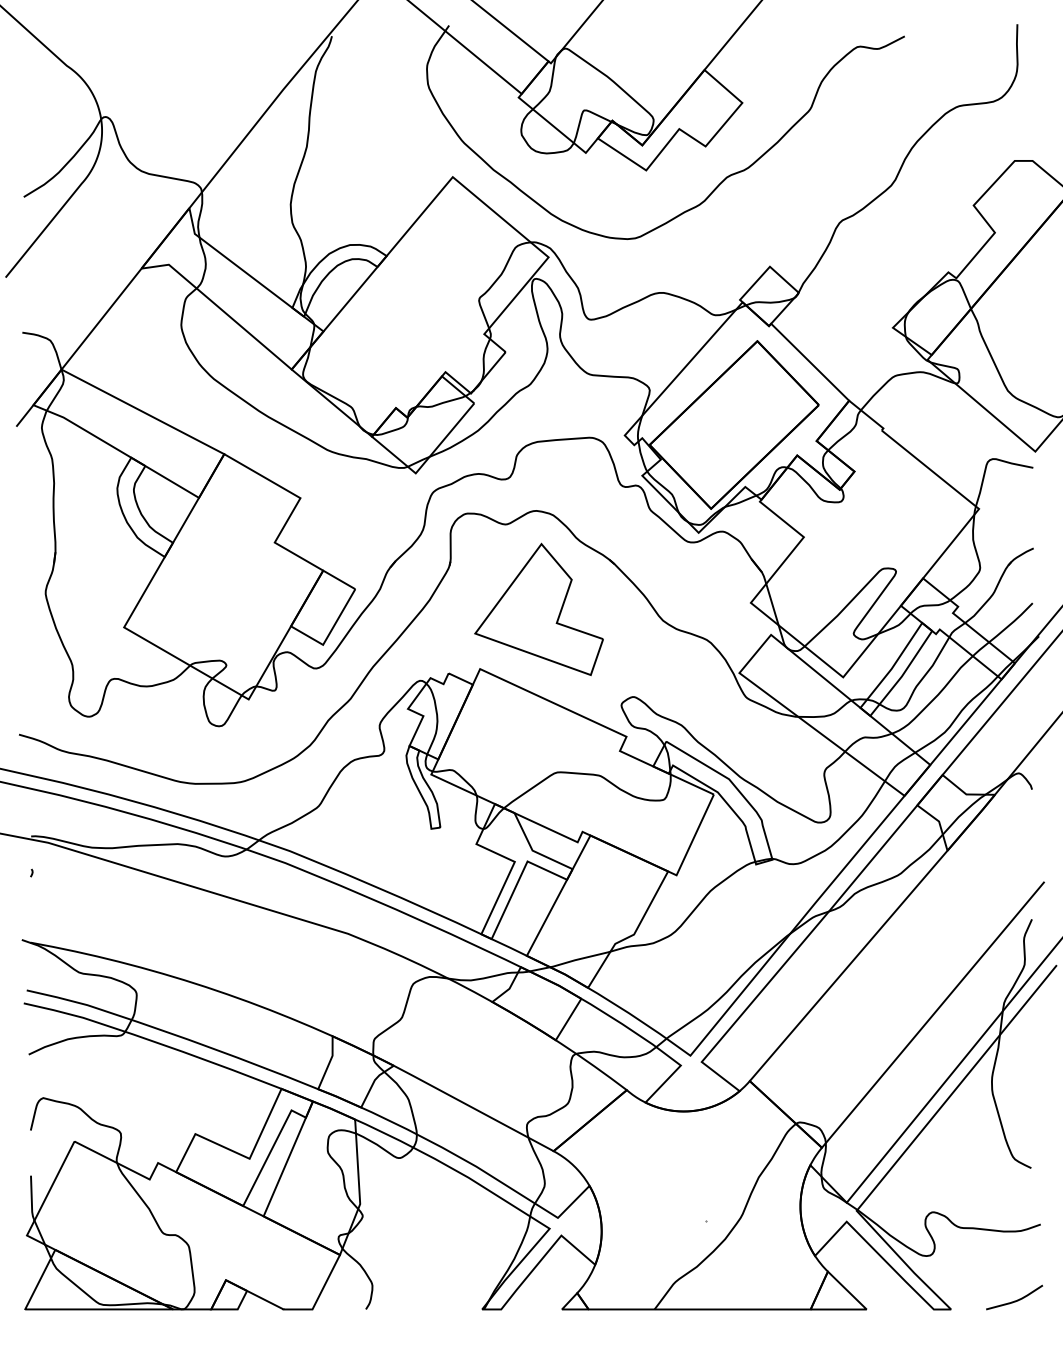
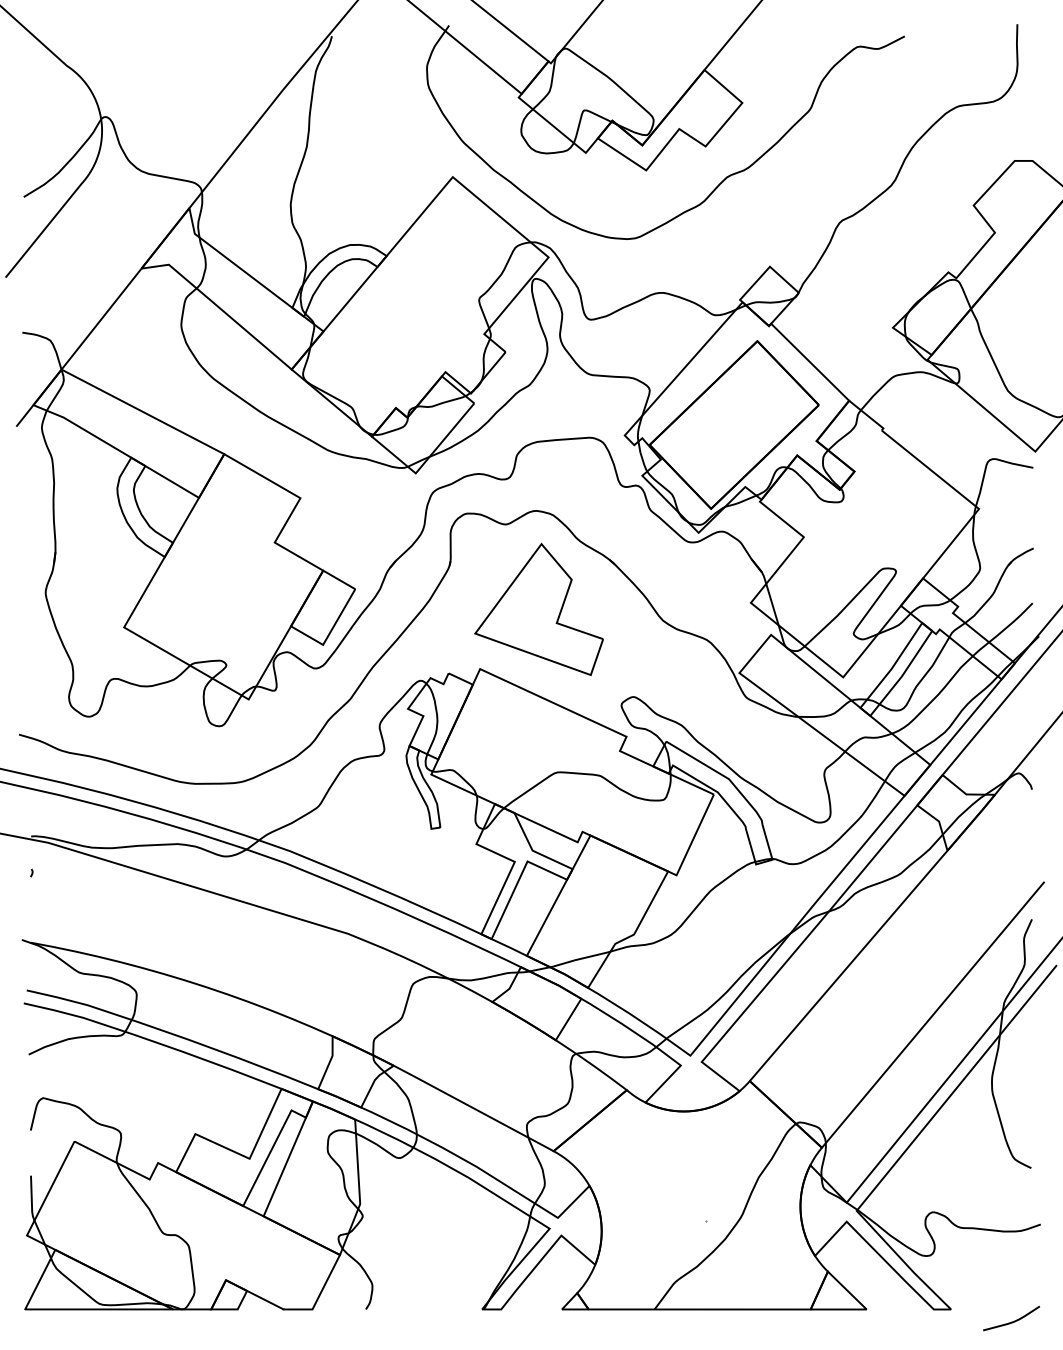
curve at (1014, 1300) position: (1014, 1300) -> (1011, 1321)
